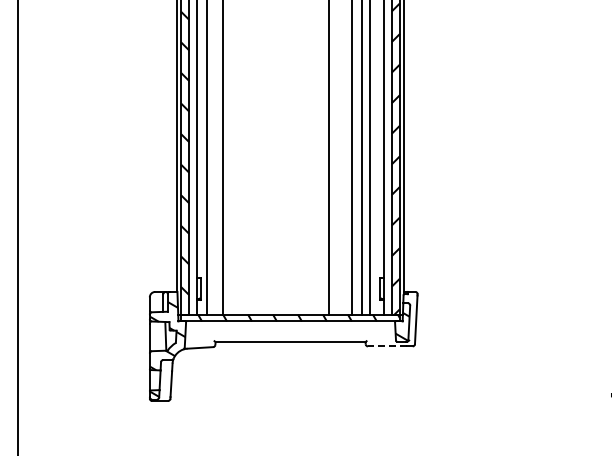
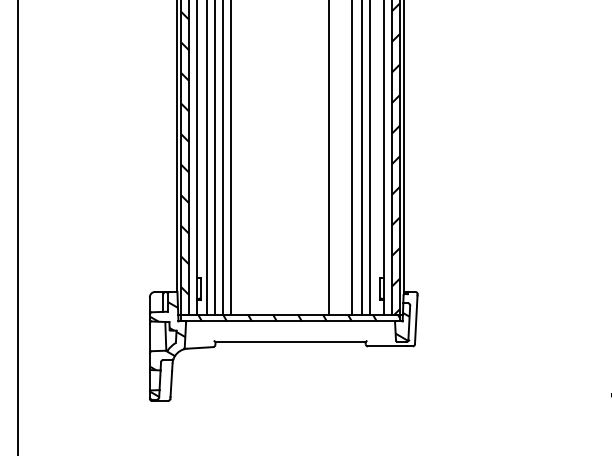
line at (214, 158): none -> present
line at (230, 158): none -> present
line at (387, 346): dashed -> solid
